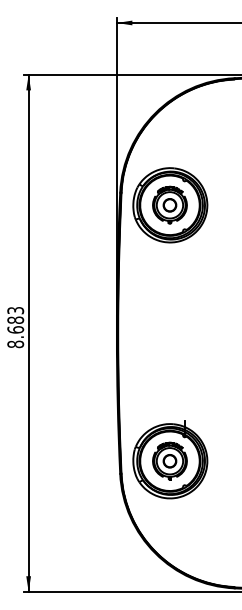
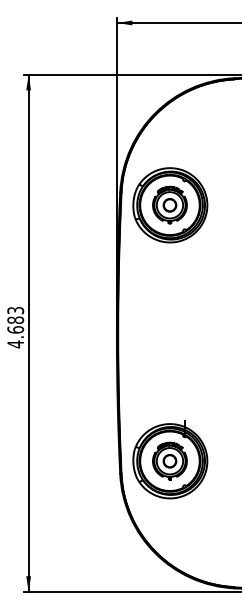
text at (15, 344): 8.683 -> 4.683
